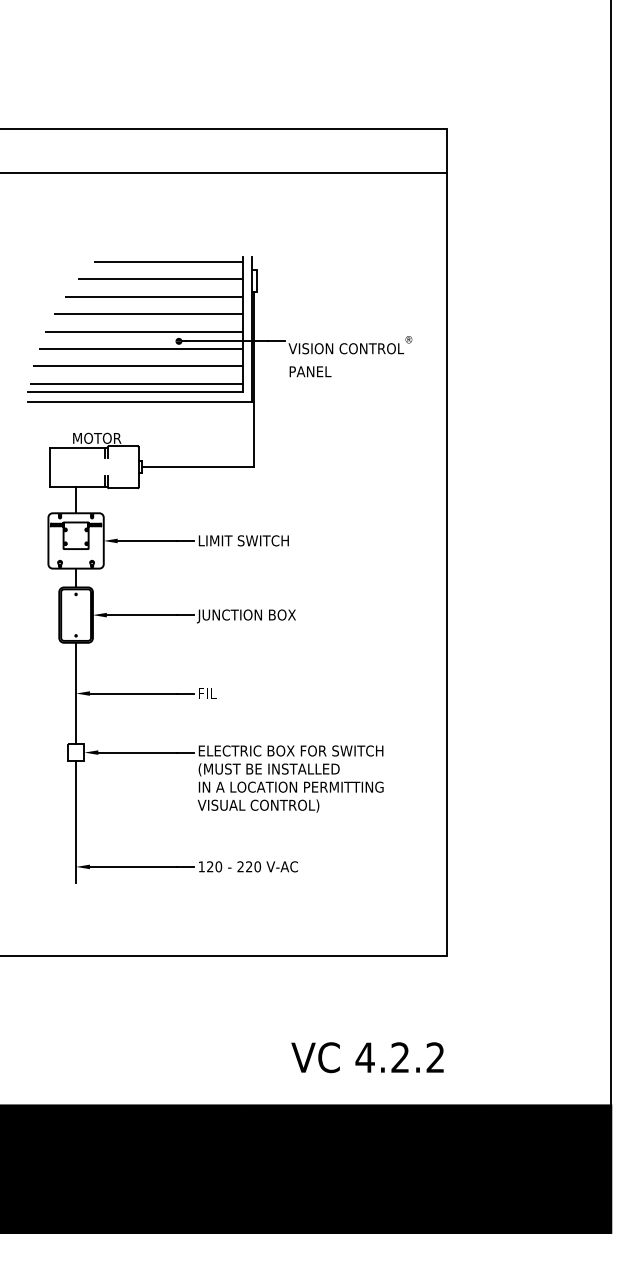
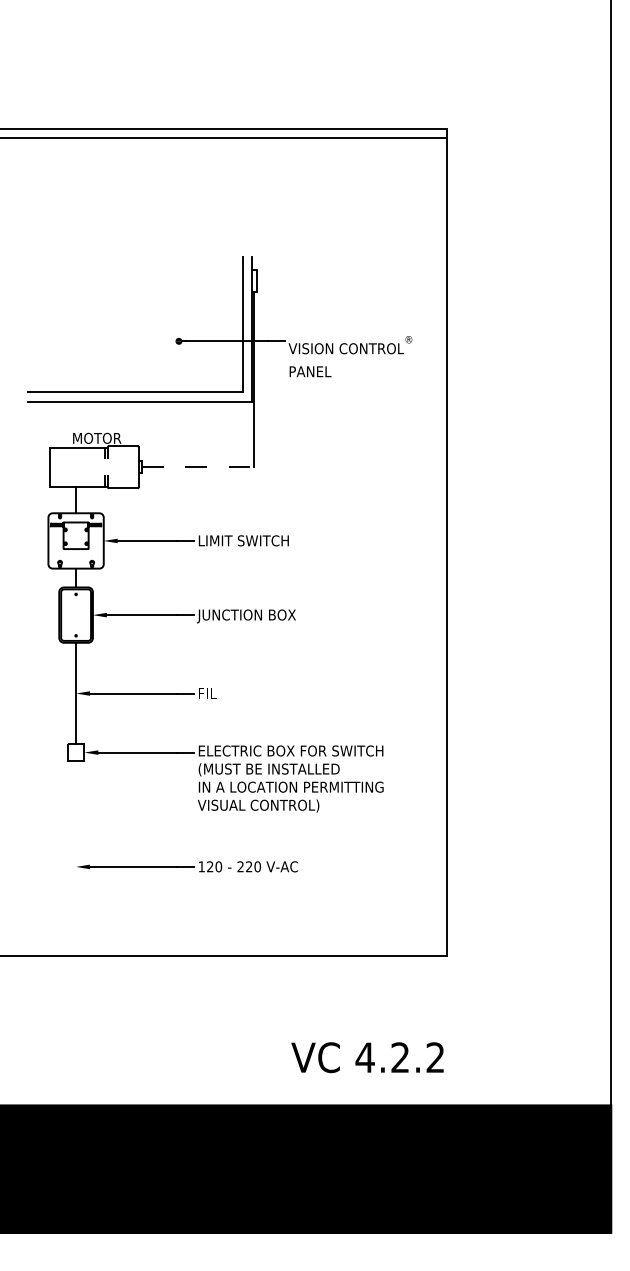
line at (224, 172) position: (224, 172) -> (224, 137)
hatch at (136, 322): present -> none
line at (198, 467): solid -> dashed
line at (76, 821): present -> none
